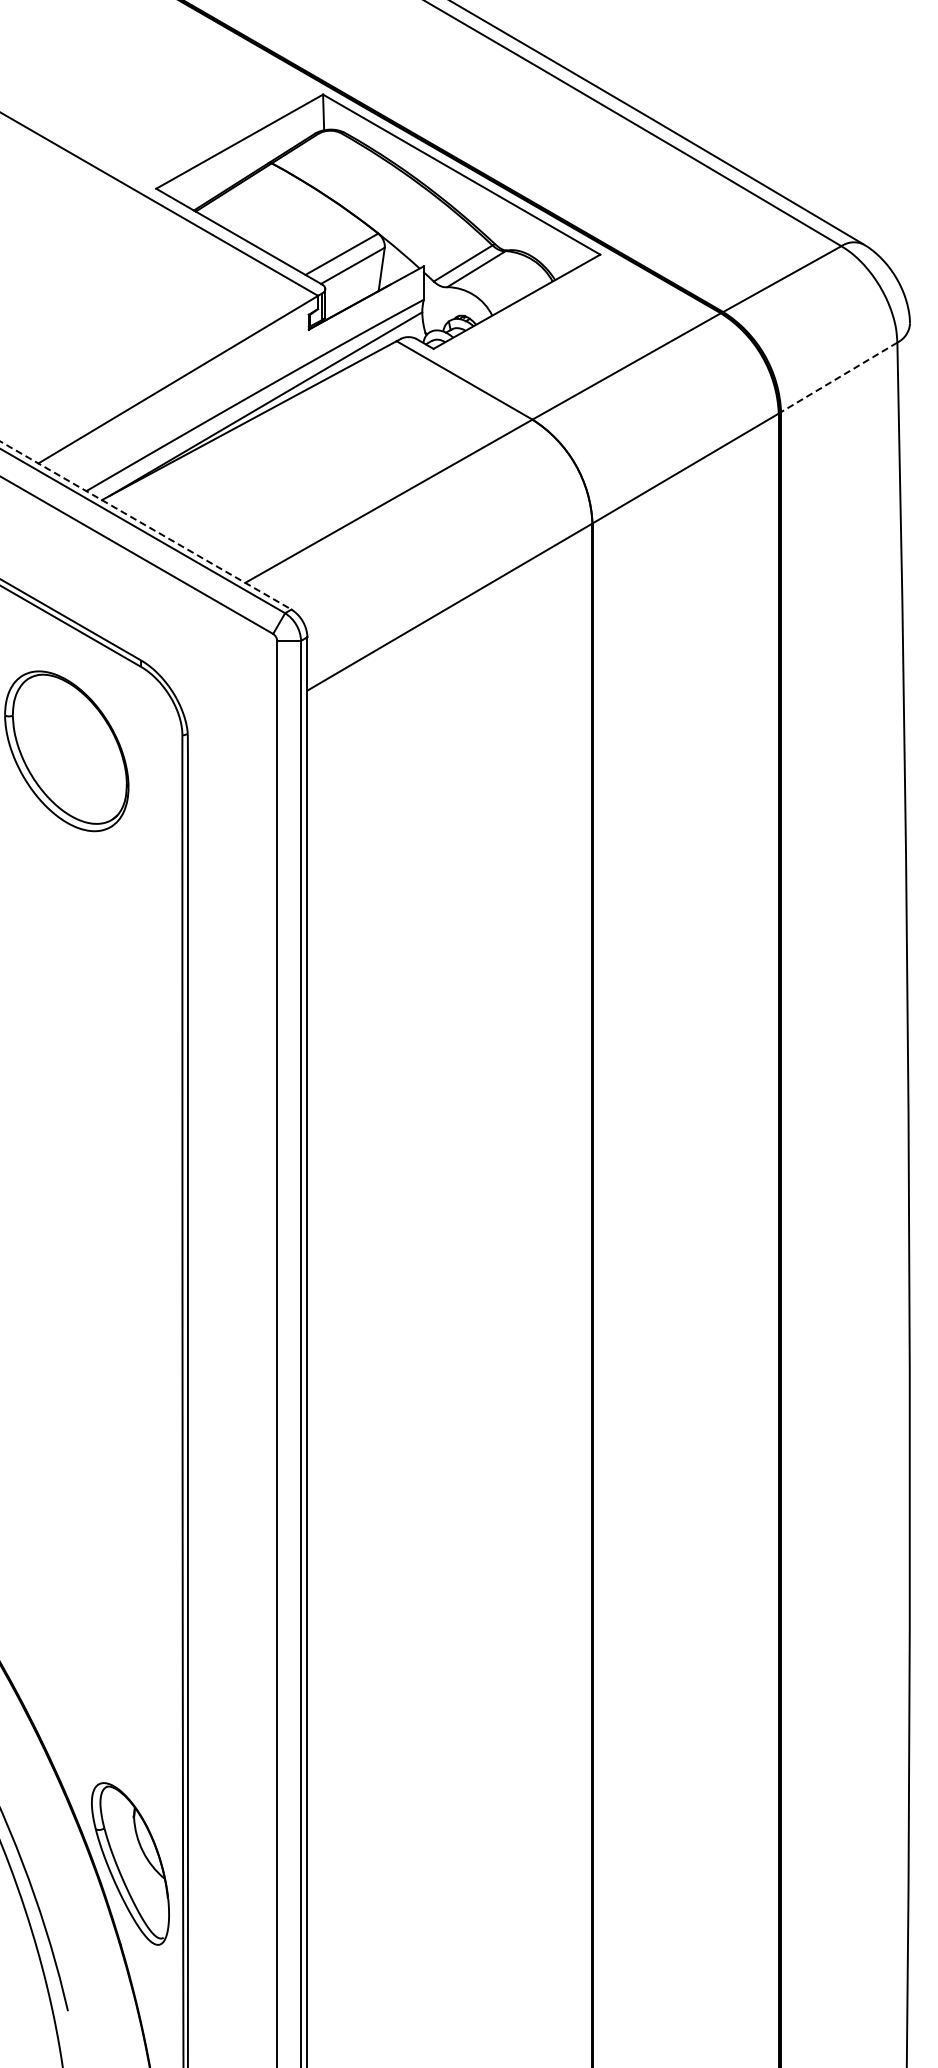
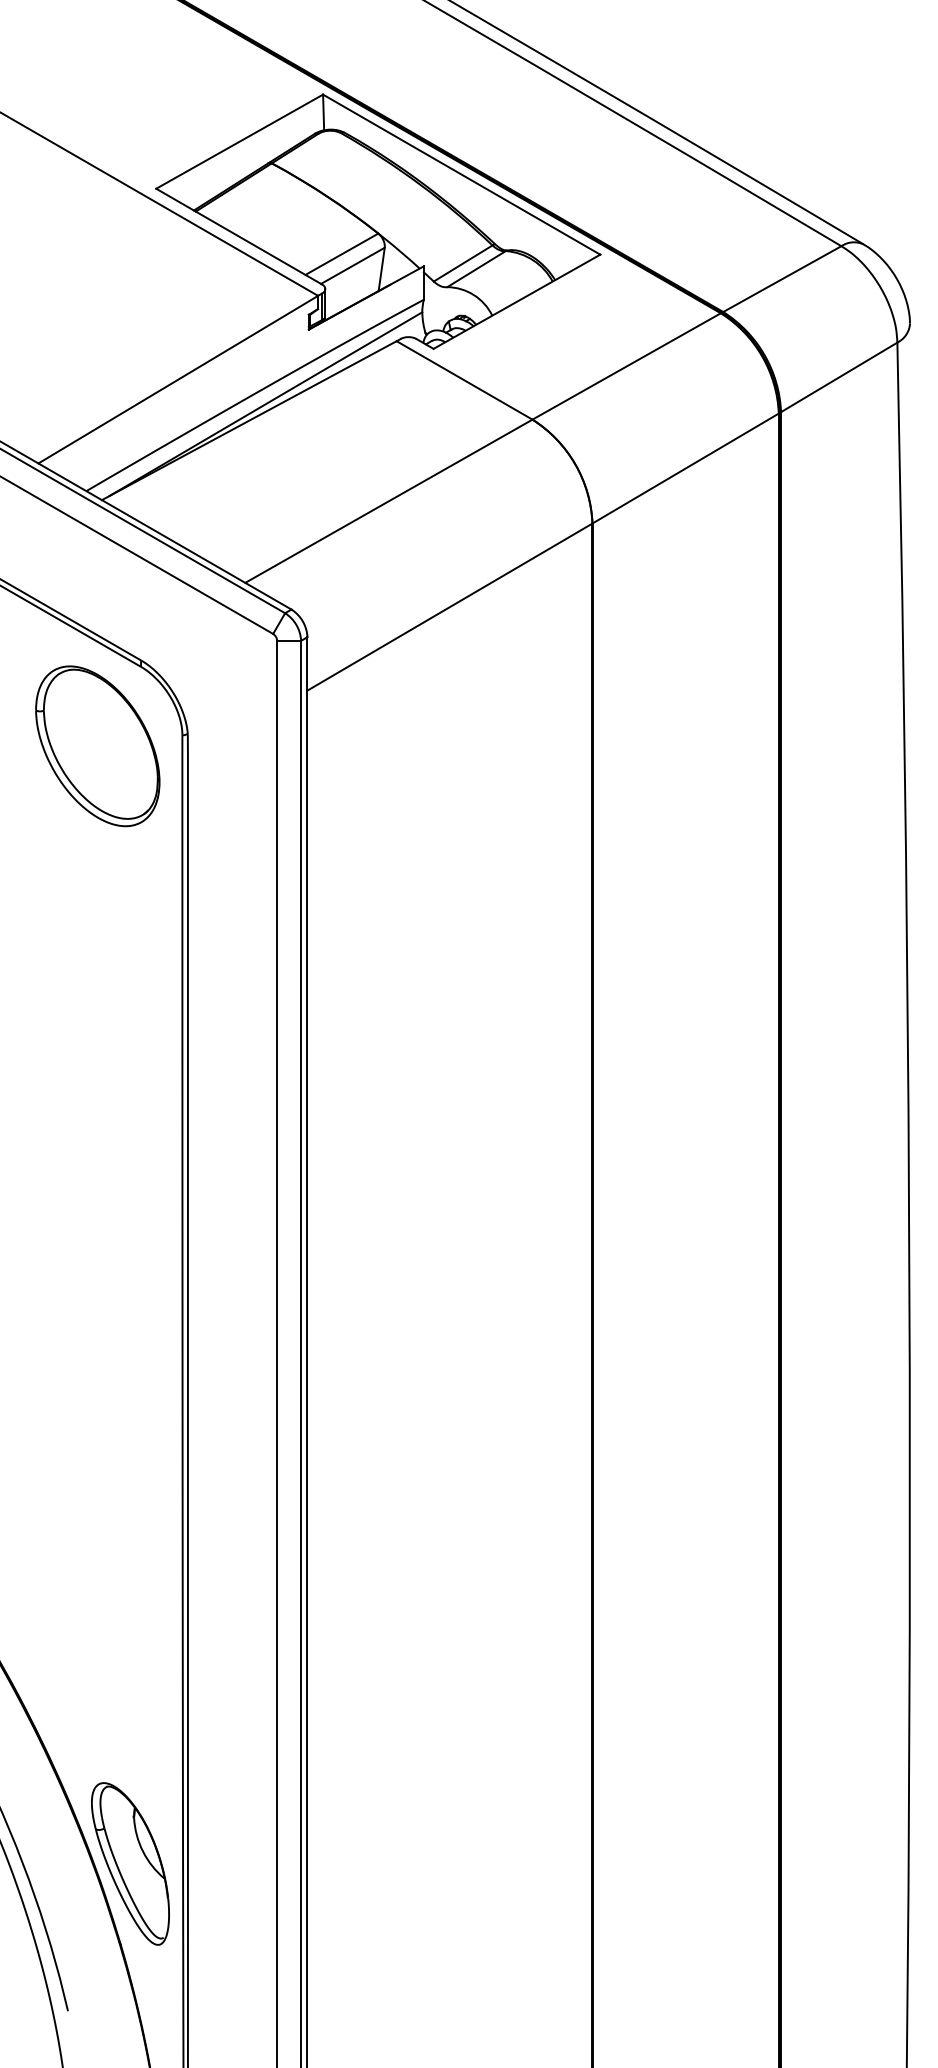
line at (839, 377): dashed -> solid
line at (146, 525): dashed -> solid
part at (66, 751) position: (66, 751) -> (97, 746)
